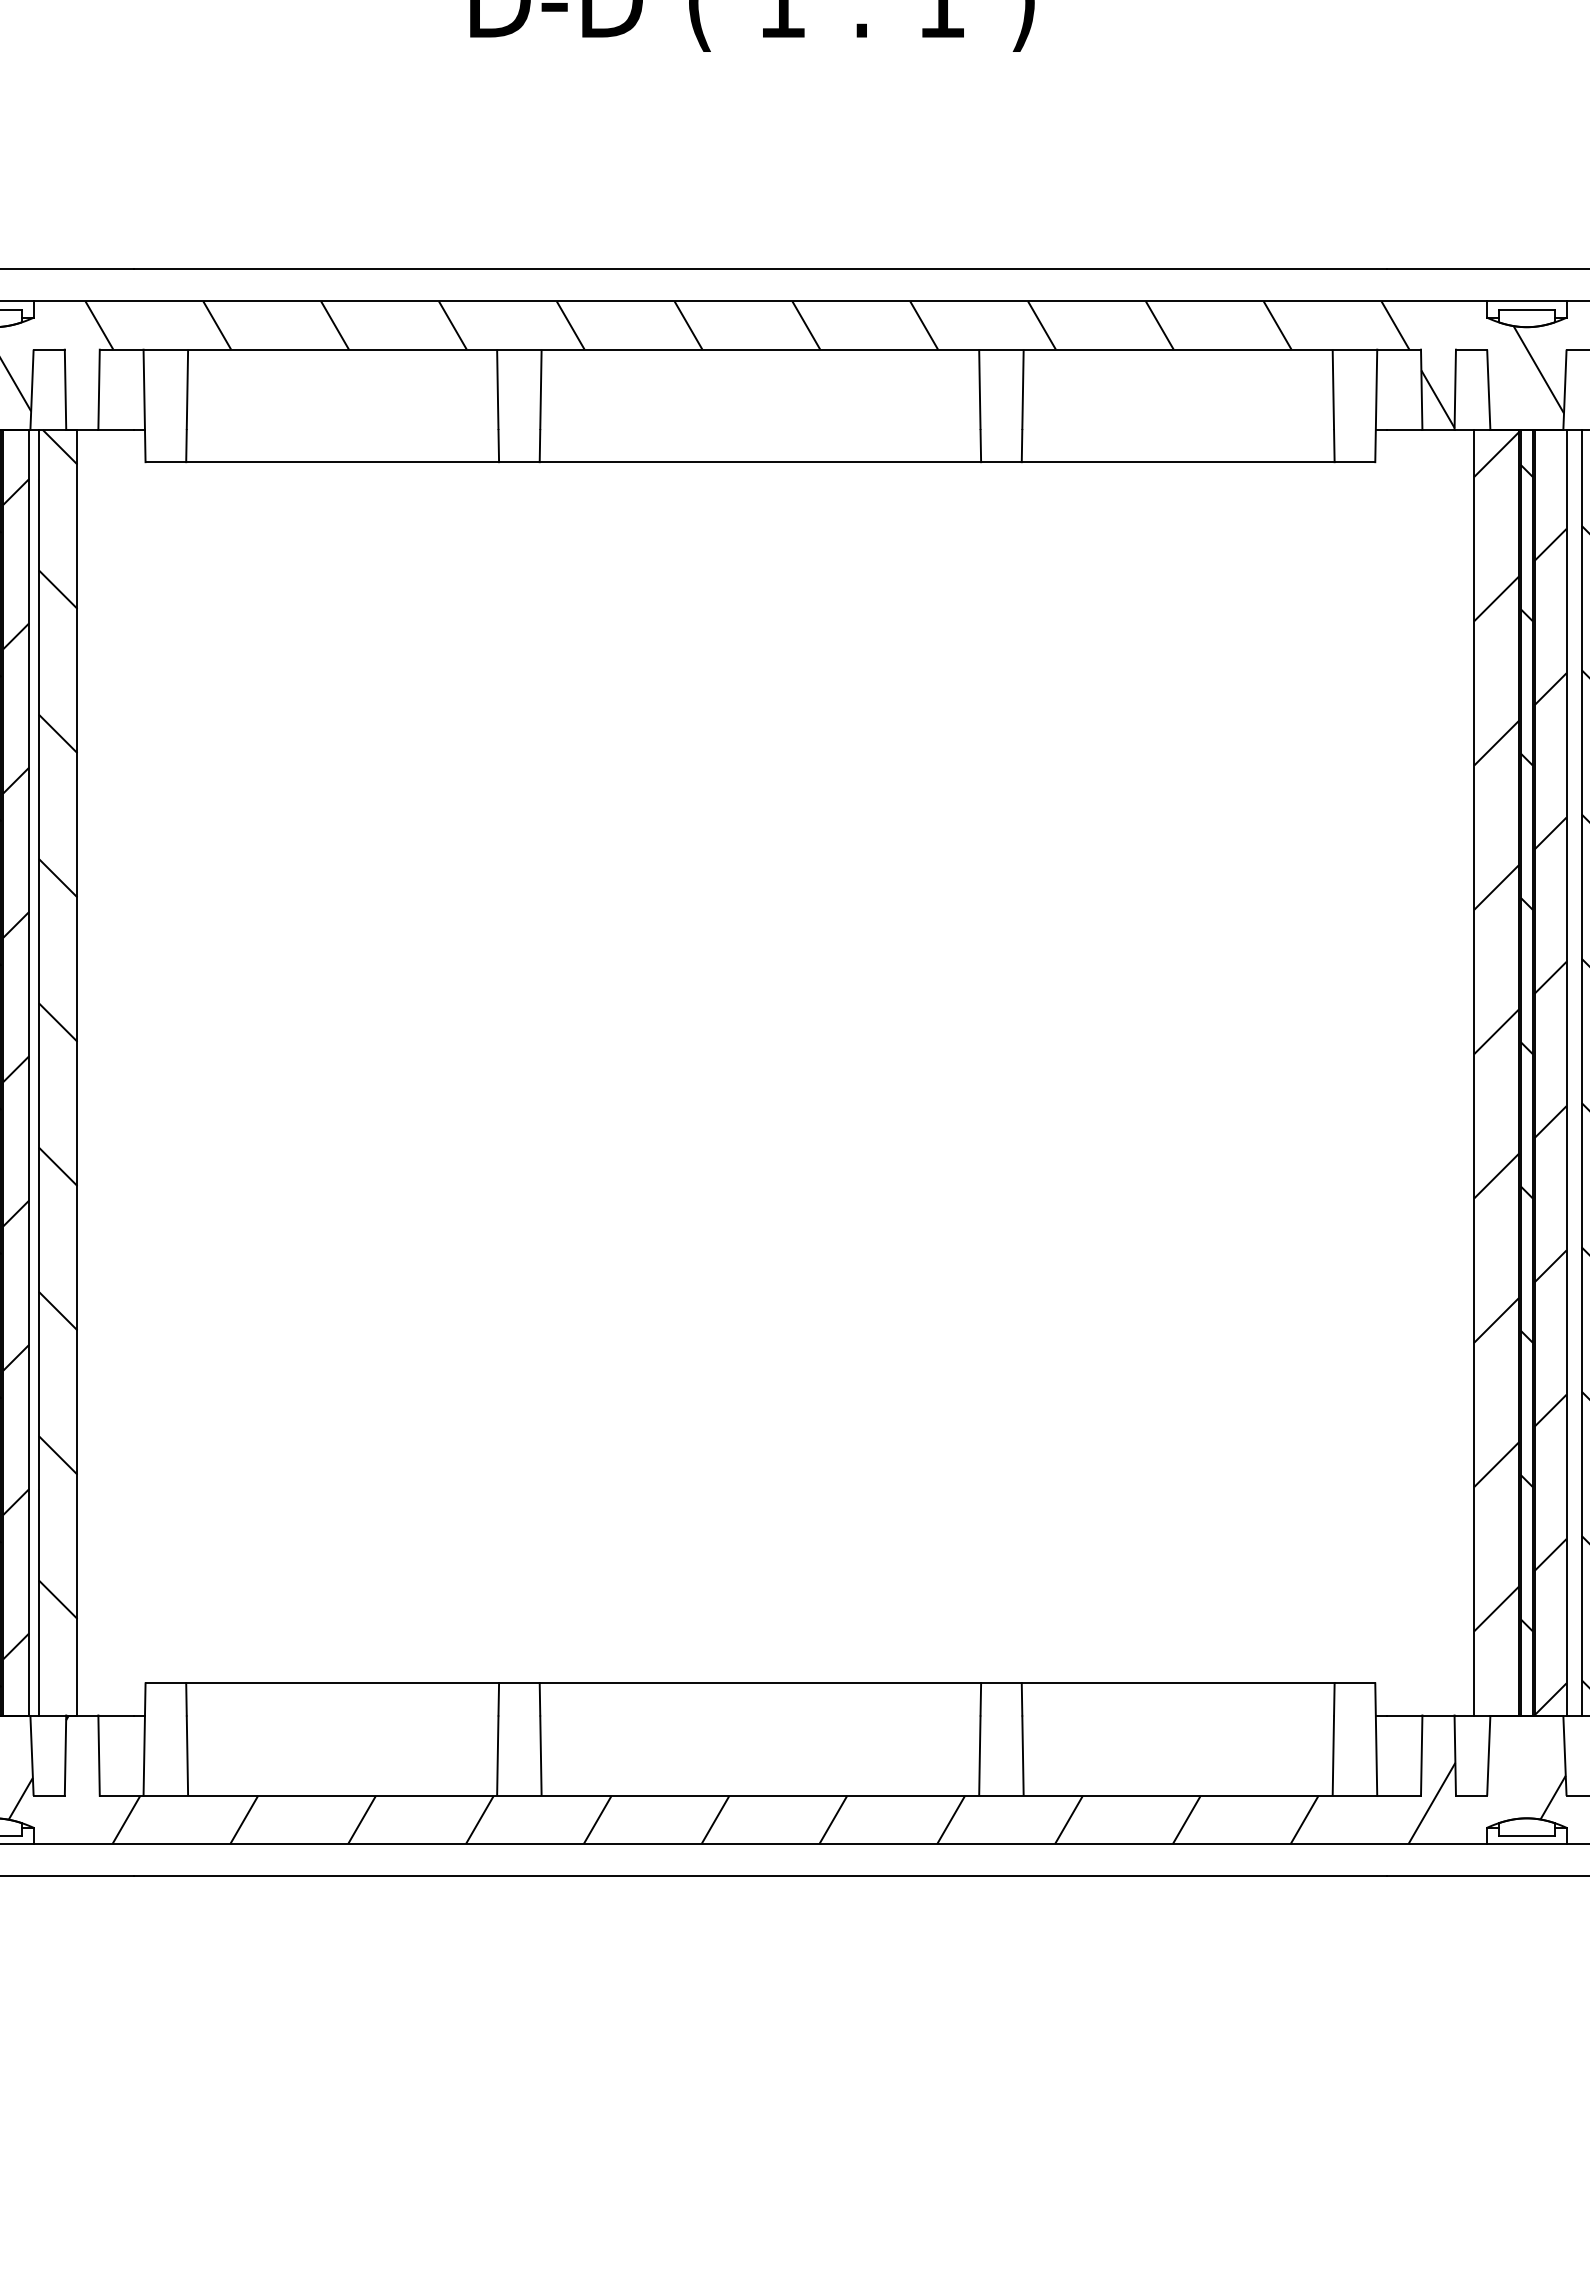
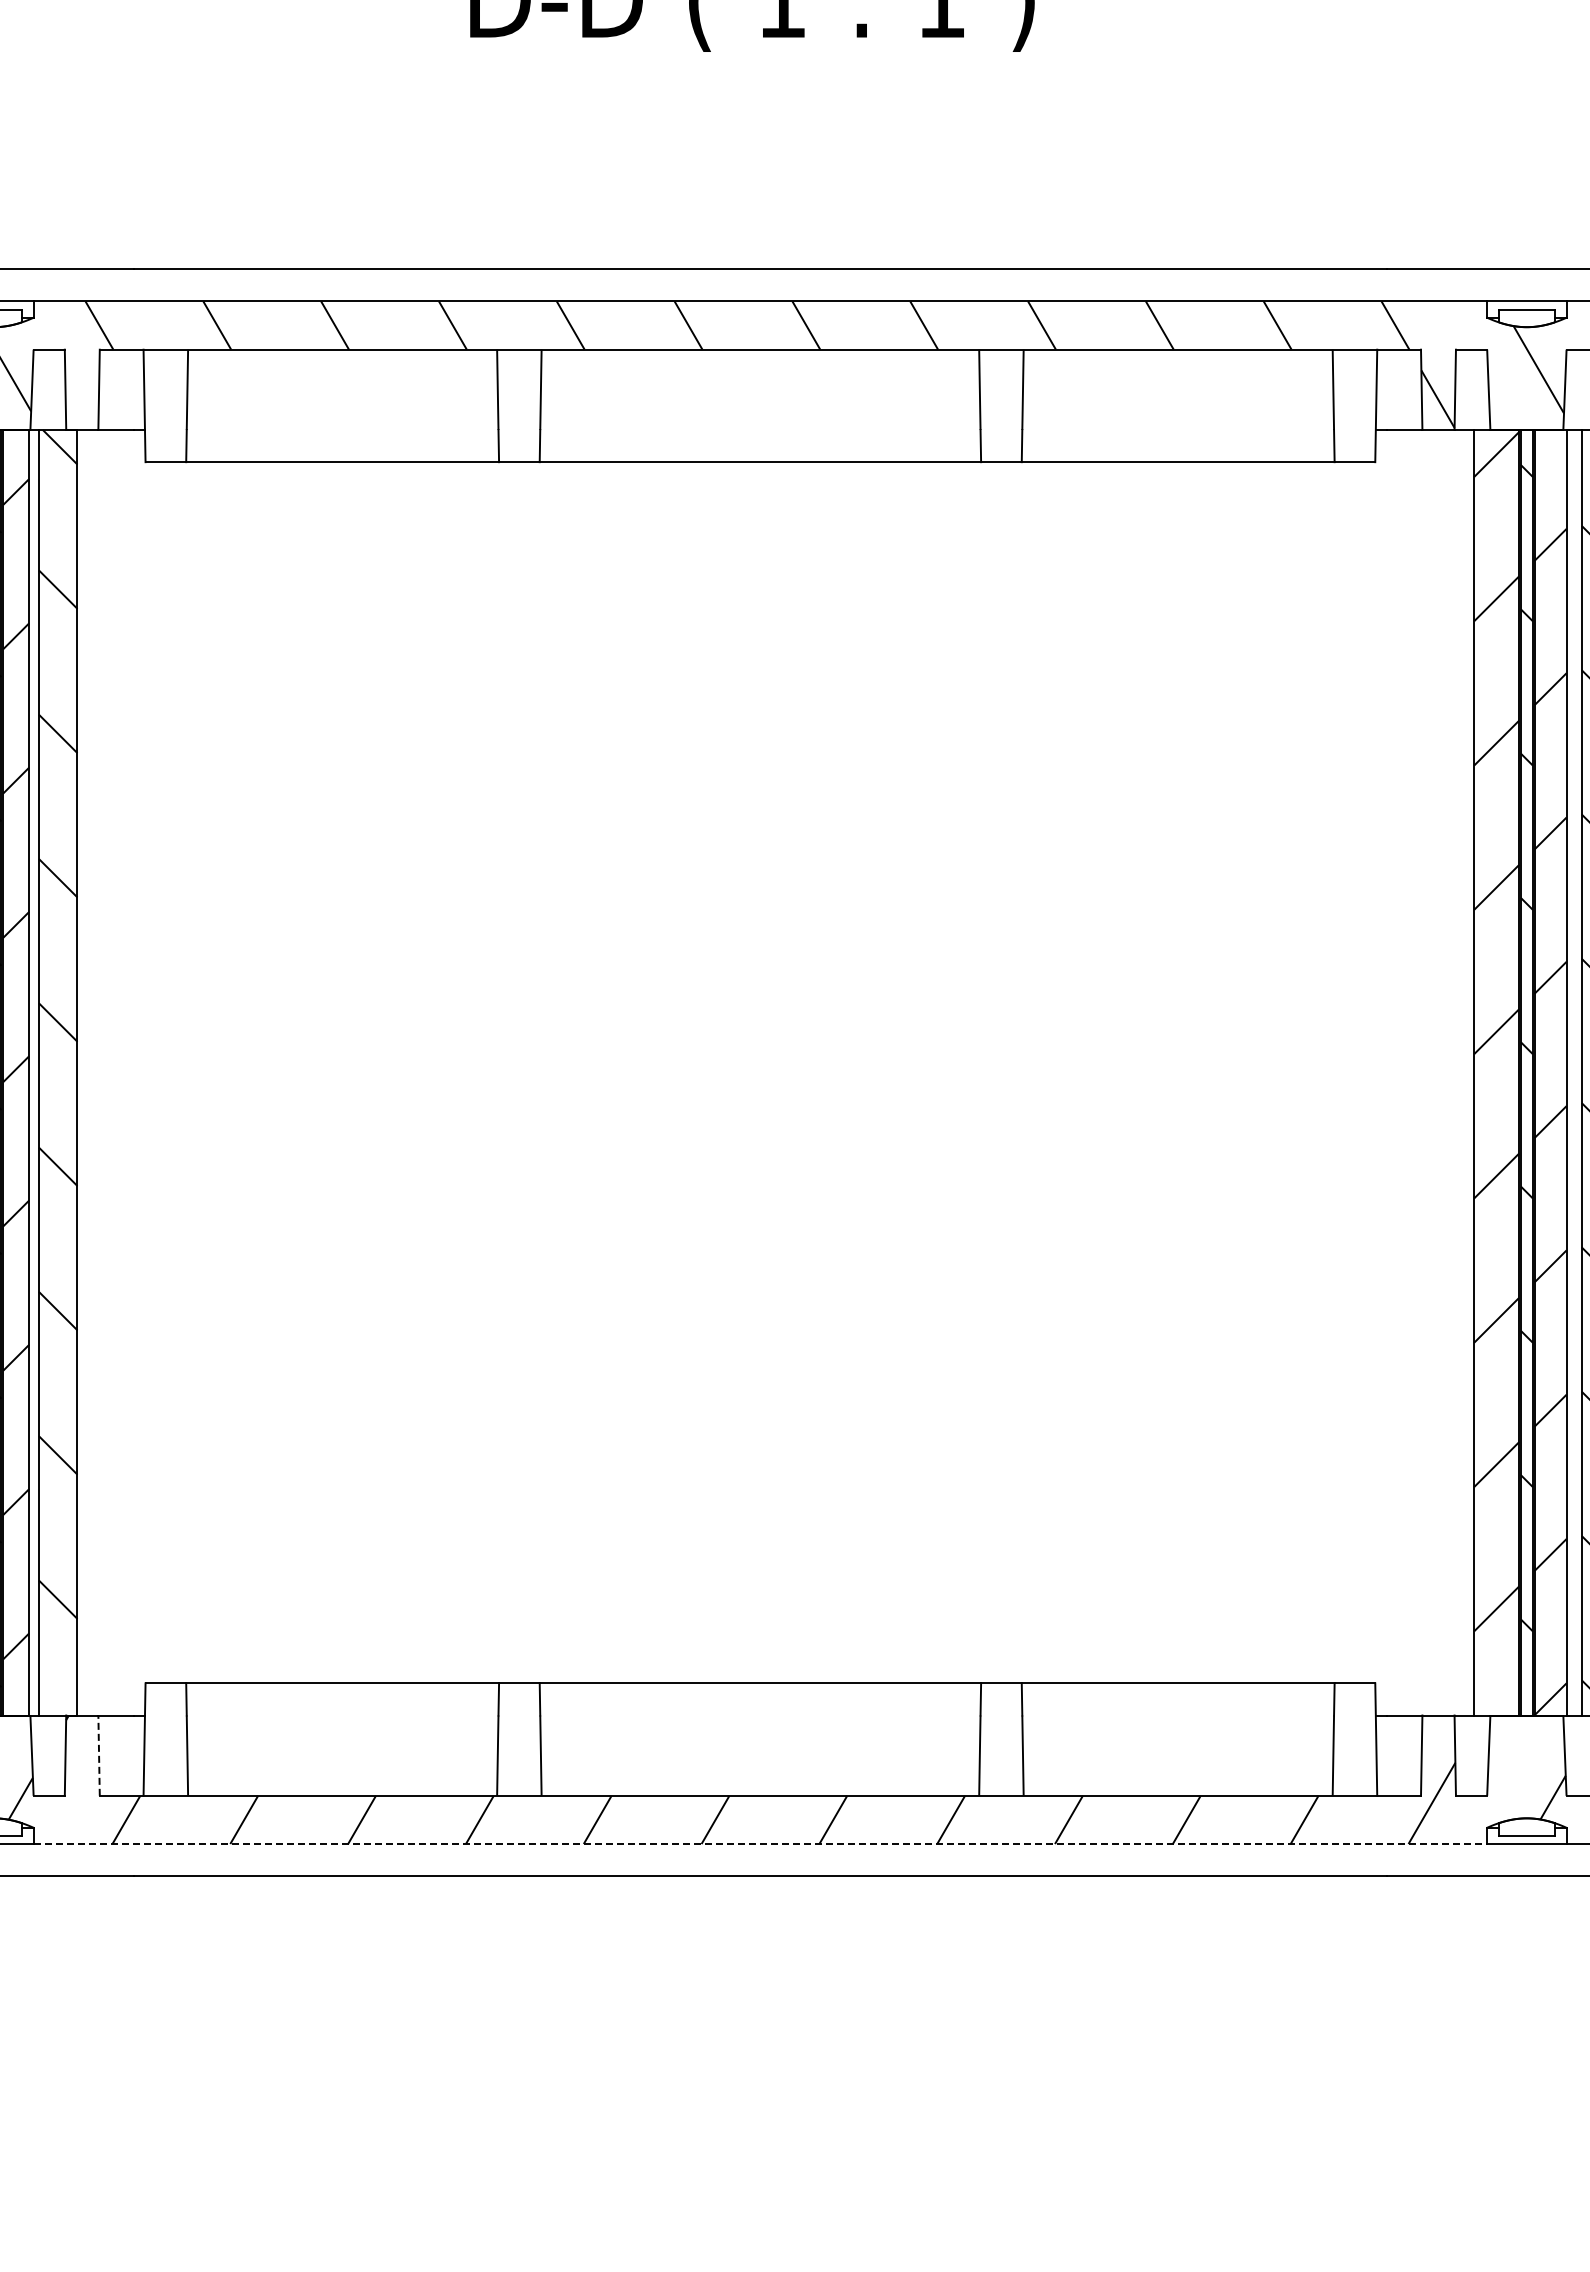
line at (99, 1755): solid -> dashed
line at (760, 1844): solid -> dashed
